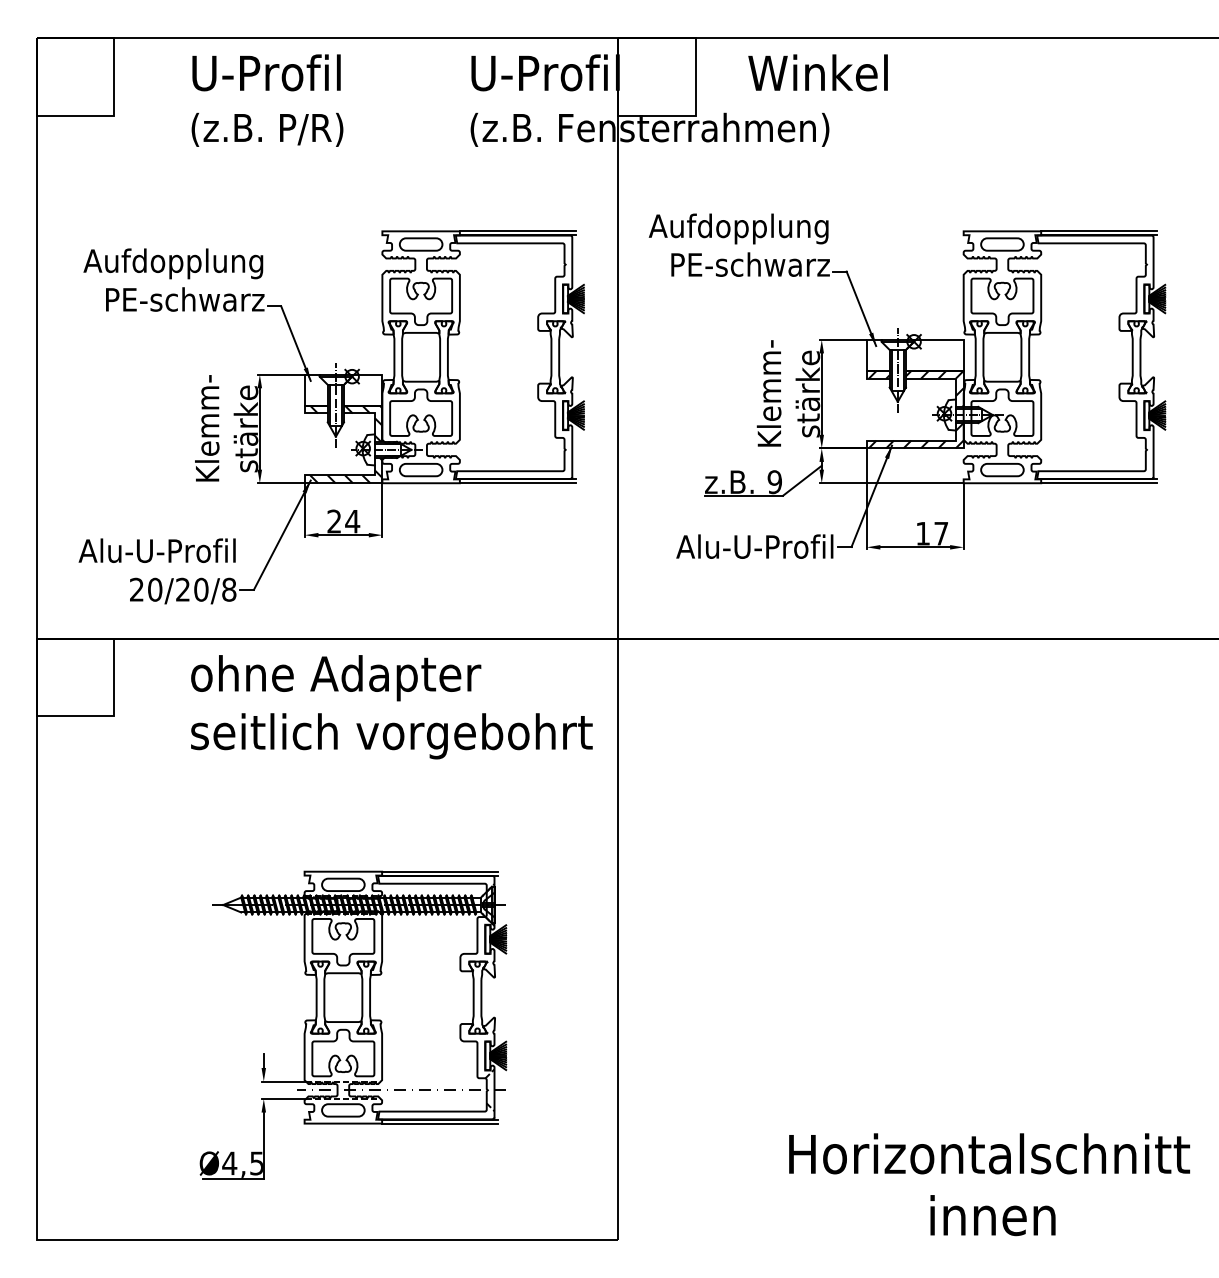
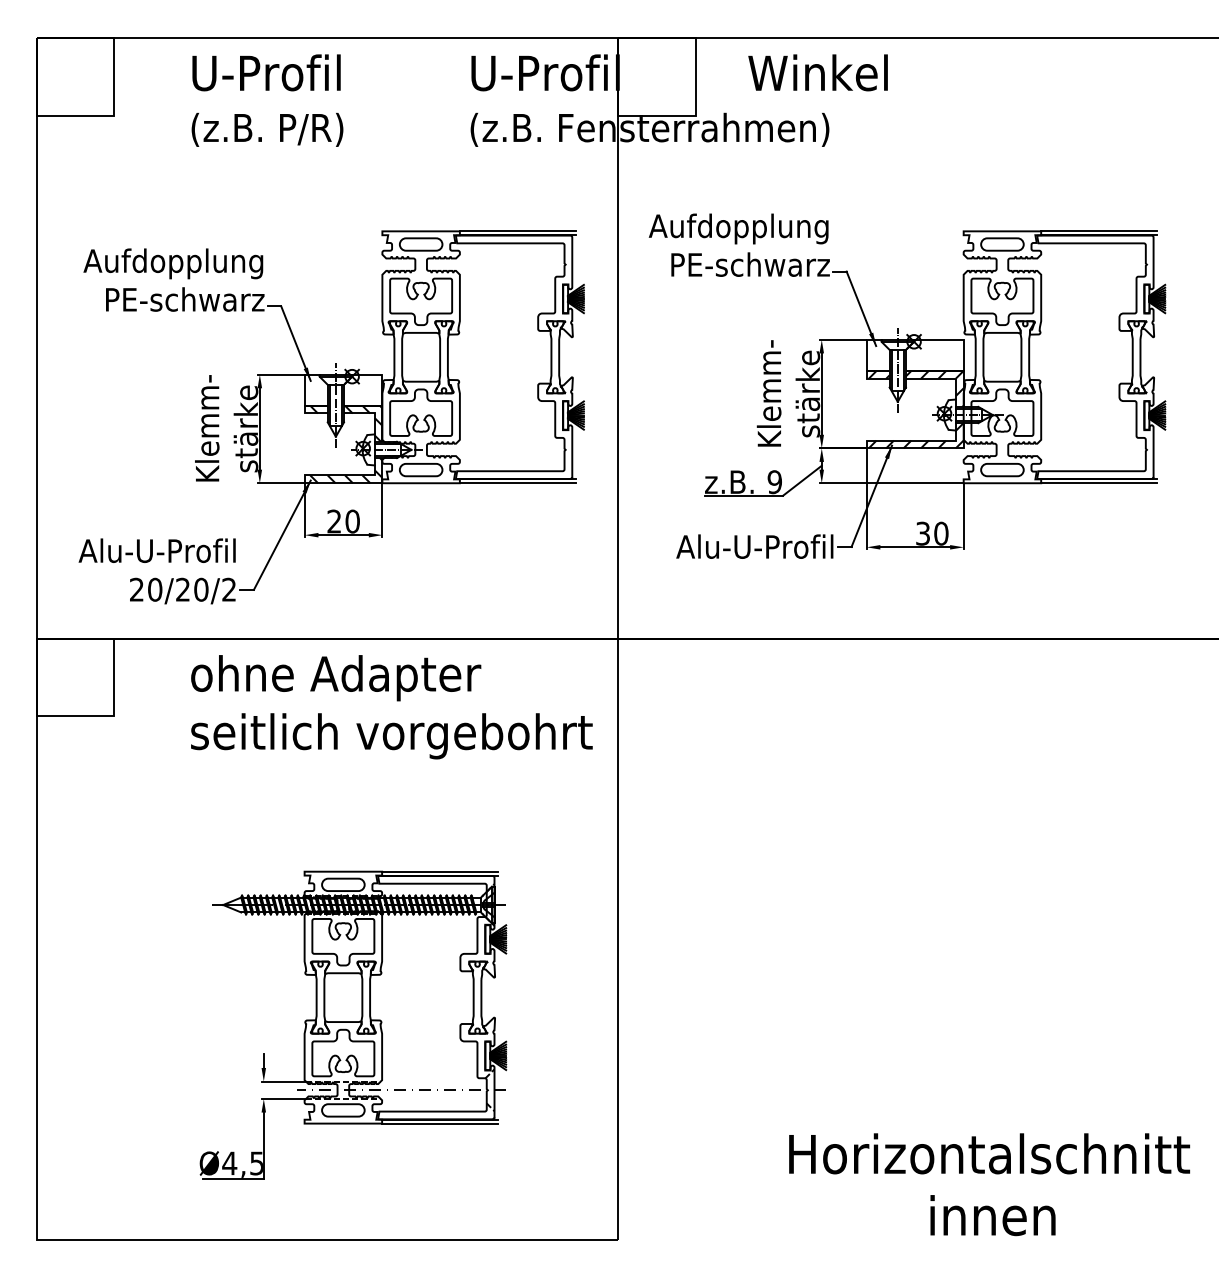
text at (352, 521): 24 -> 20
text at (932, 533): 17 -> 30
text at (229, 589): 20/20/8 -> 20/20/2
